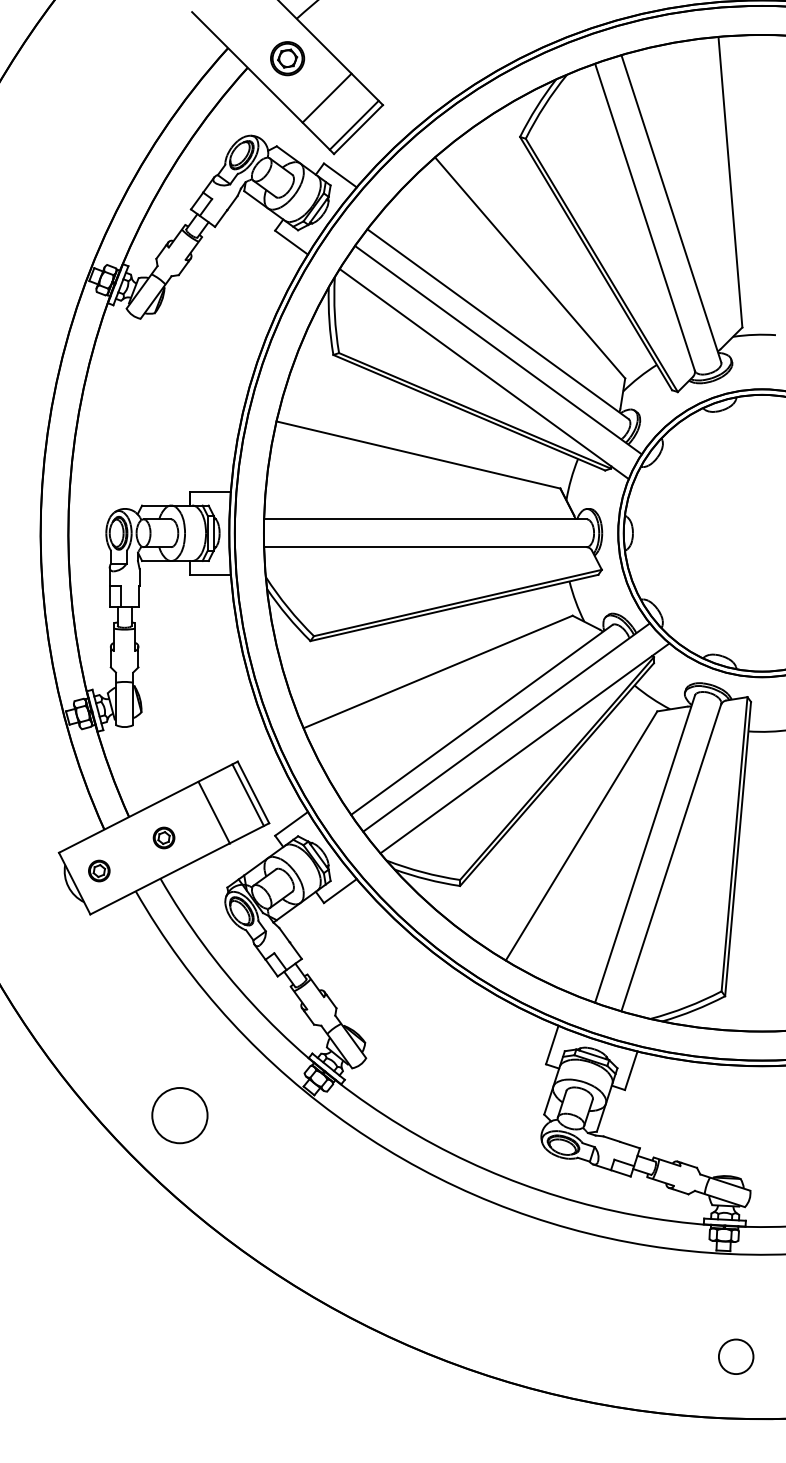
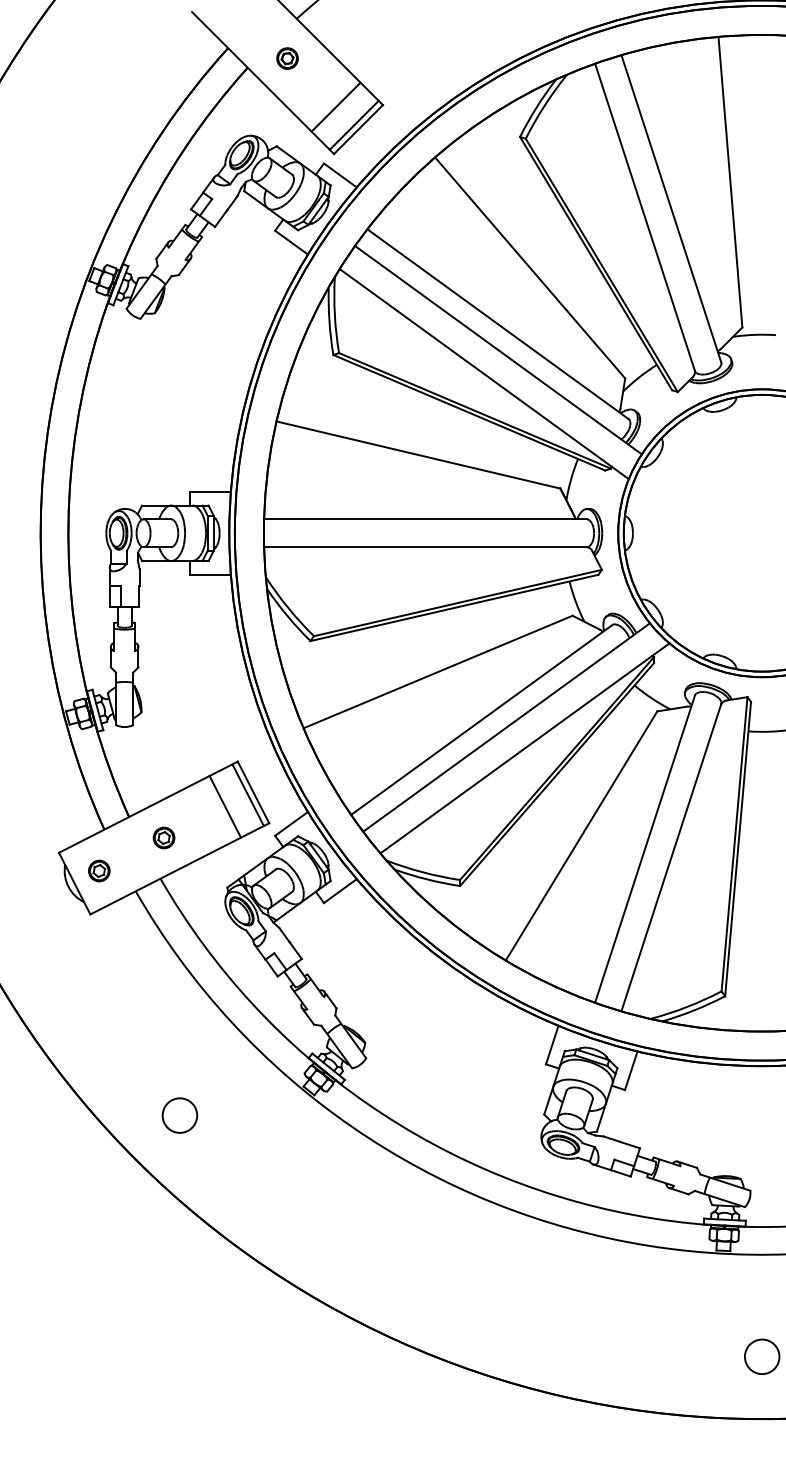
part at (287, 58) size: 36x36 px -> 23x23 px
line at (326, 97) position: (326, 97) -> (335, 106)
line at (213, 812) position: (213, 812) -> (224, 806)
circle at (179, 1115) diameter: 55 px -> 35 px
circle at (736, 1356) position: (736, 1356) -> (762, 1356)
